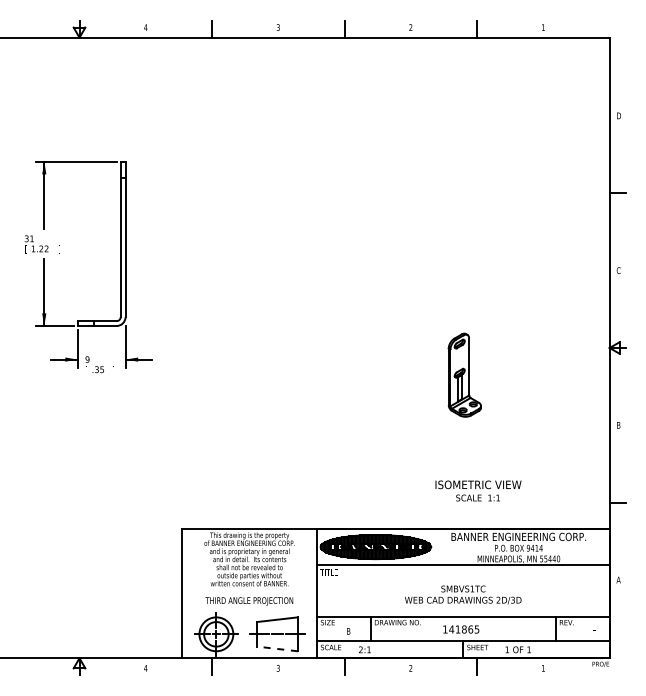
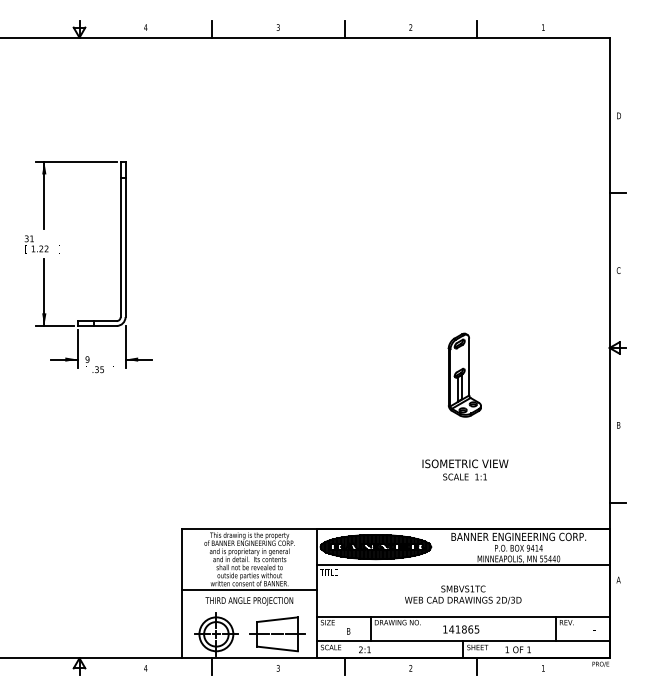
text at (478, 490) position: (478, 490) -> (465, 469)
line at (249, 589): none -> present
line at (277, 648): dashed -> solid
